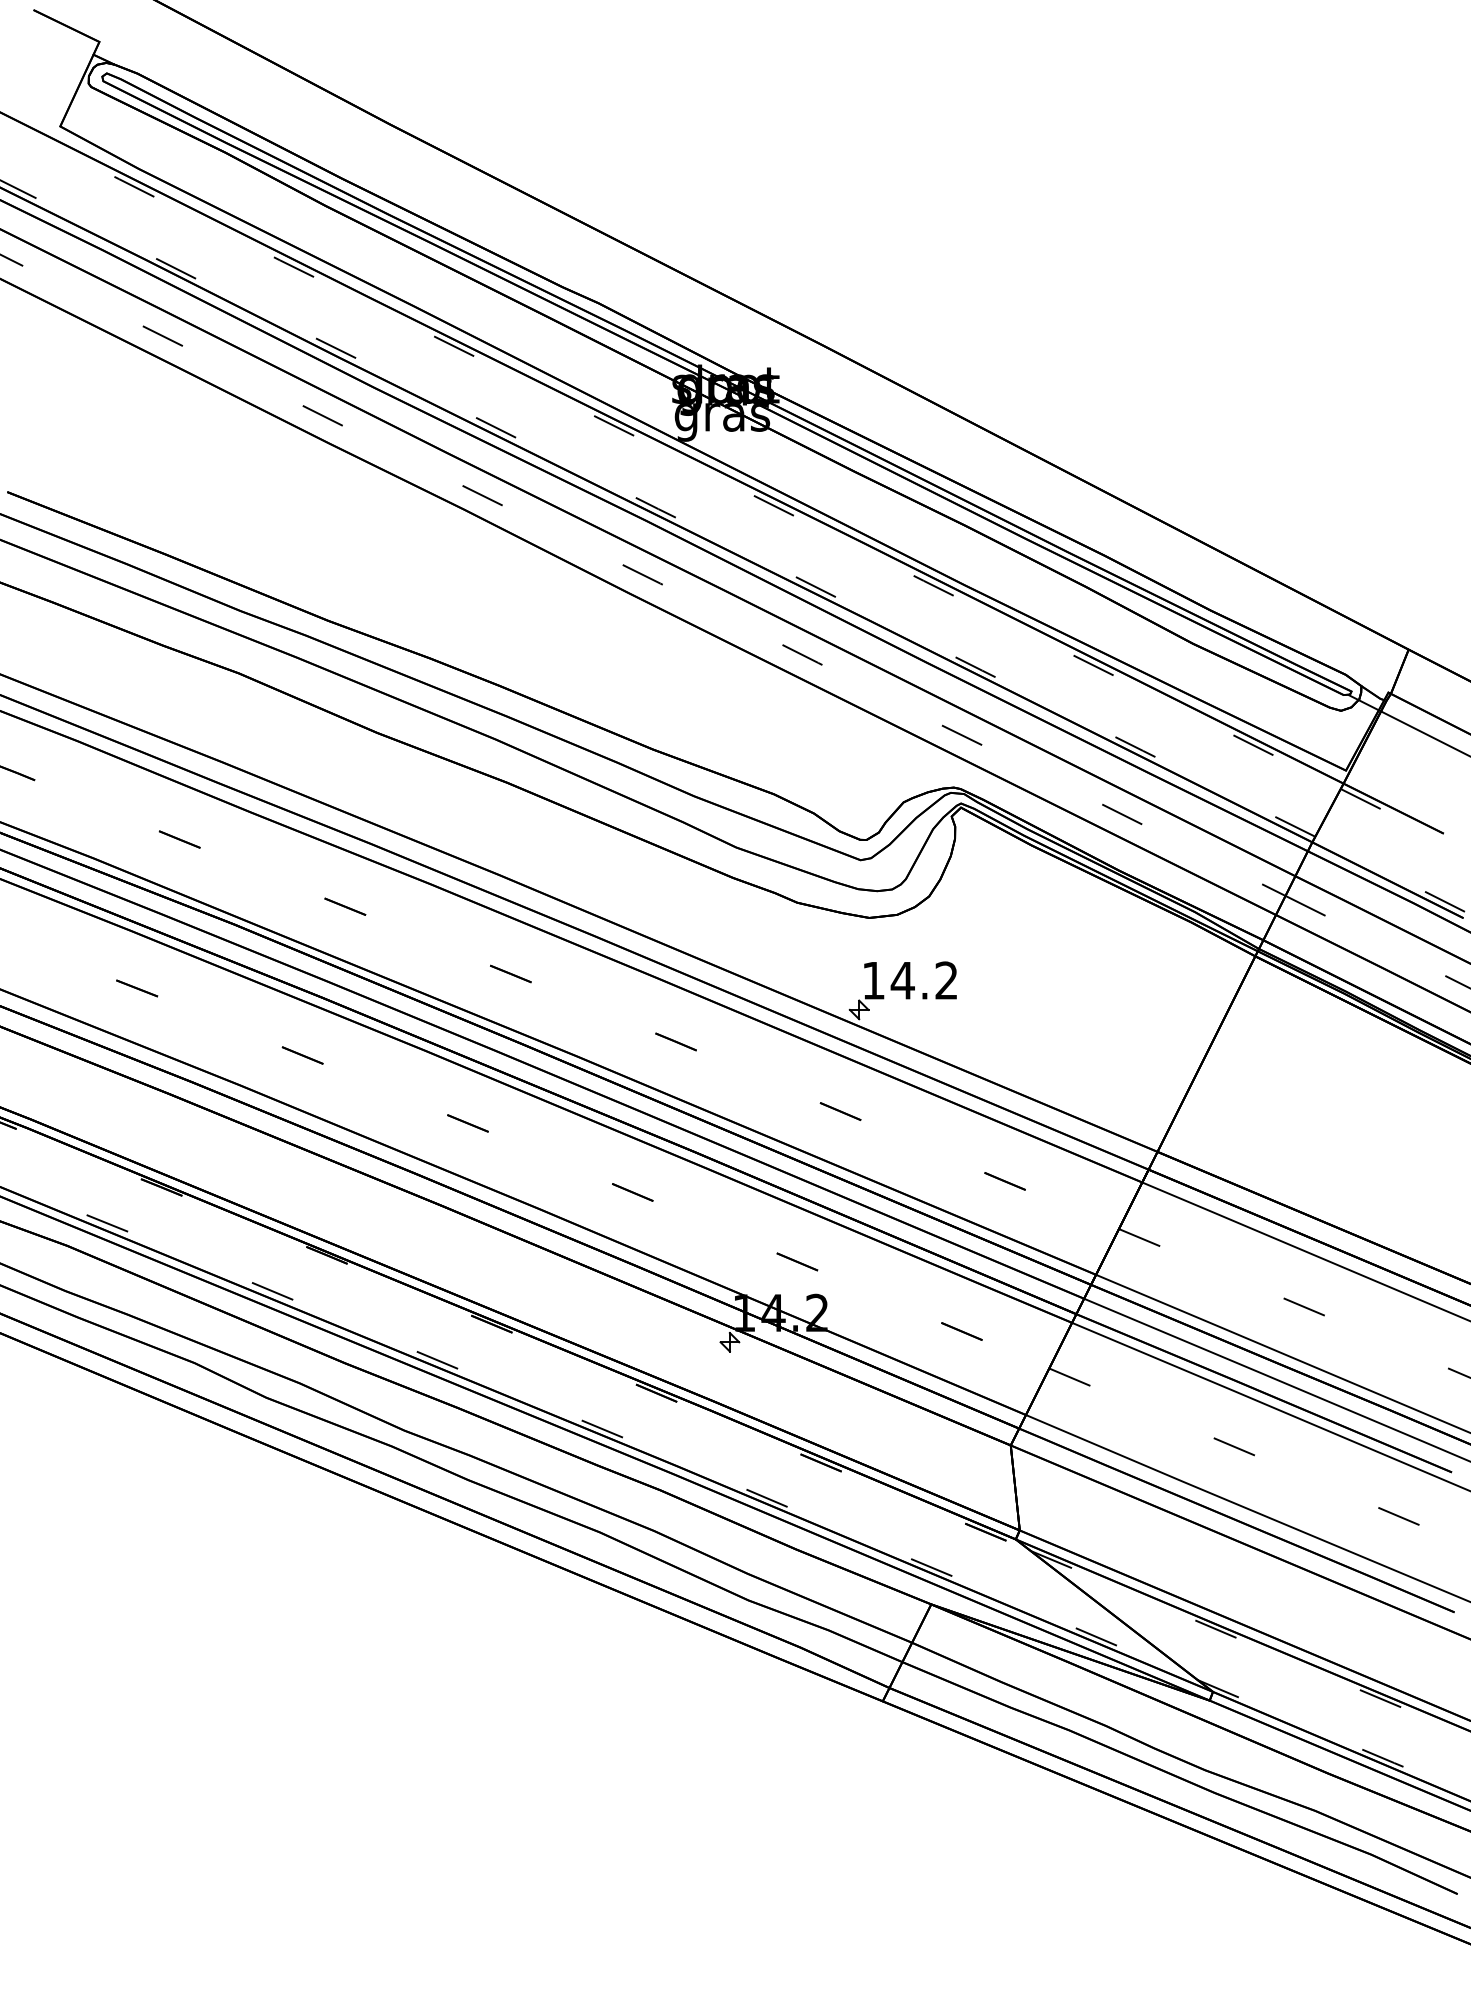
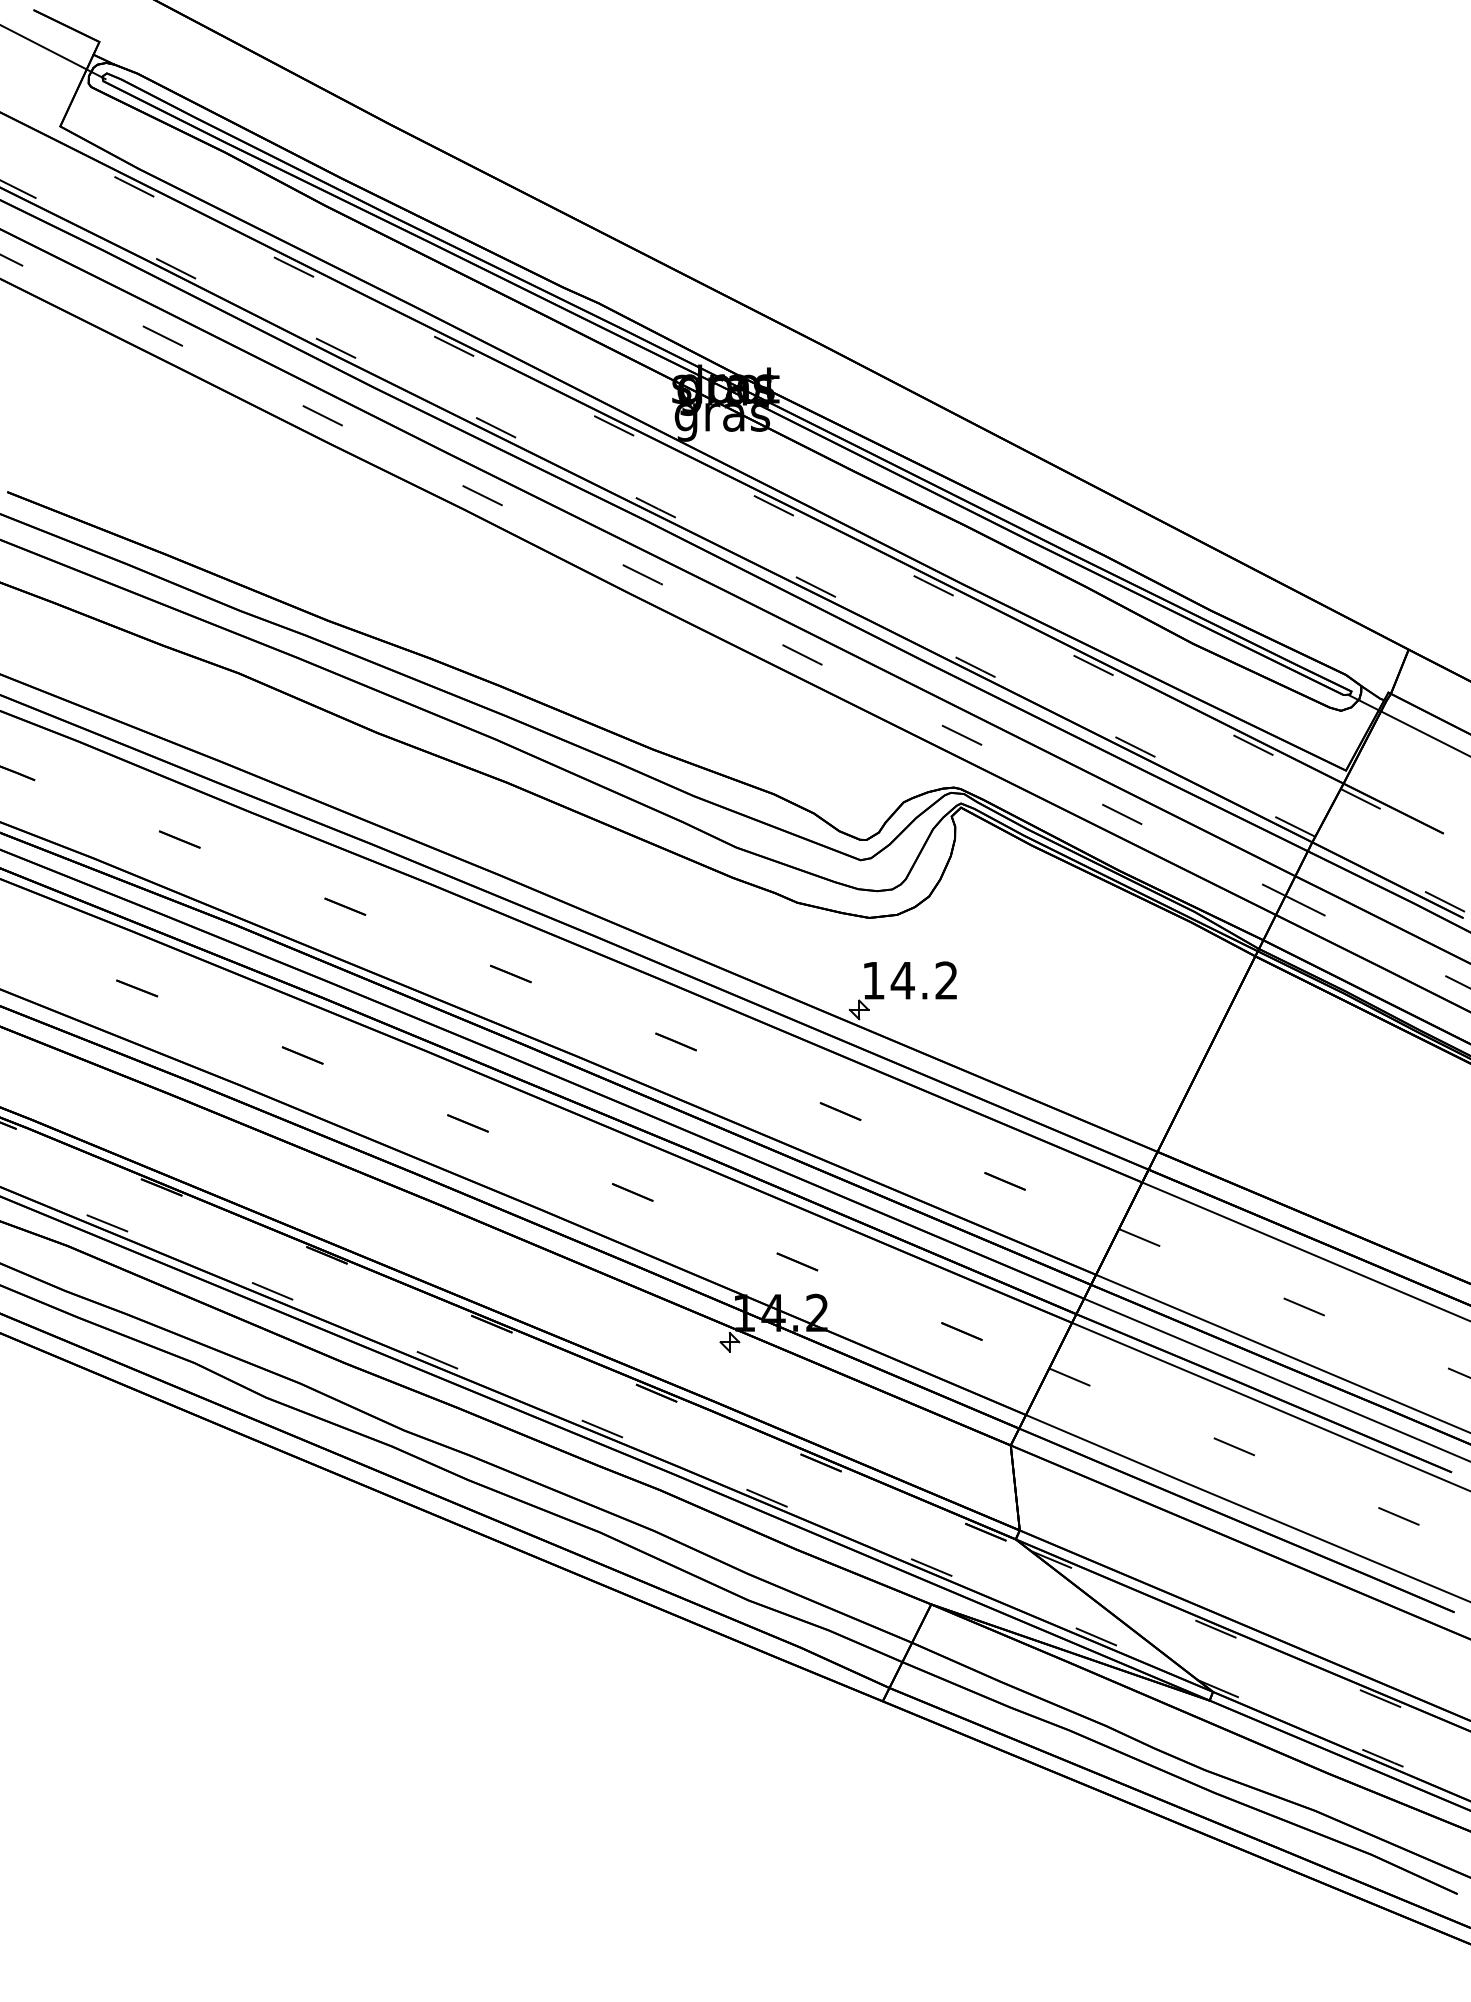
line at (53, 52): none -> present
